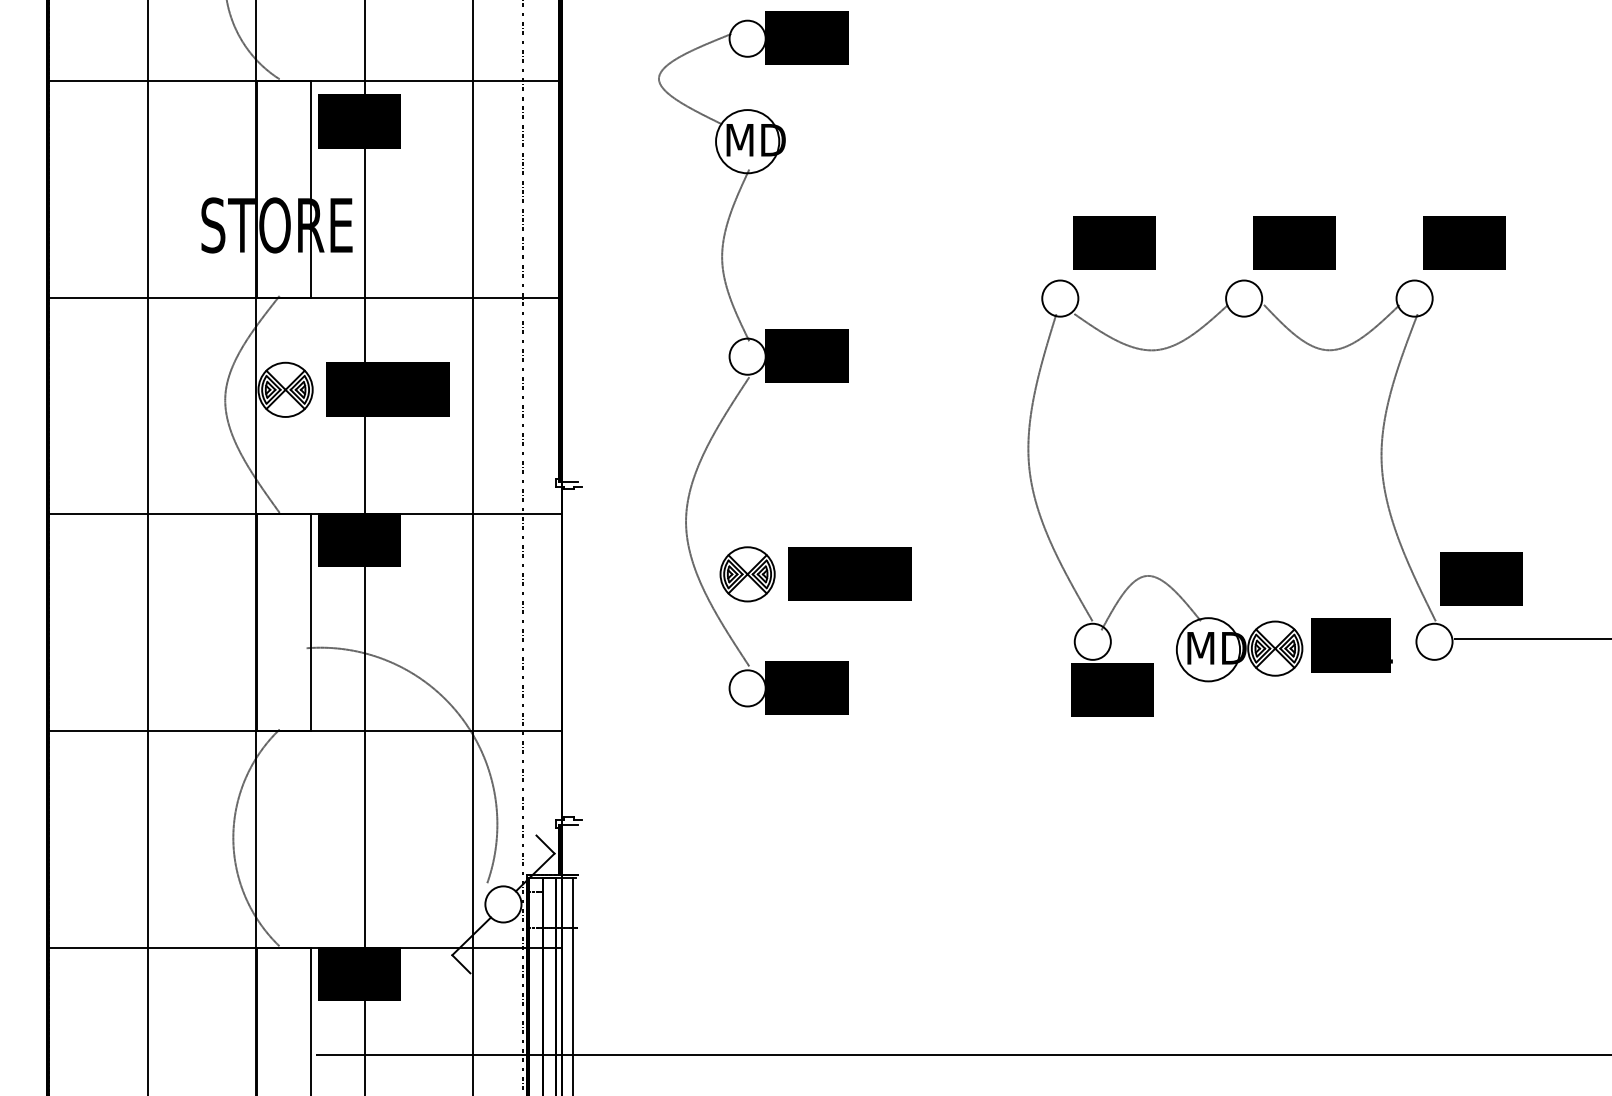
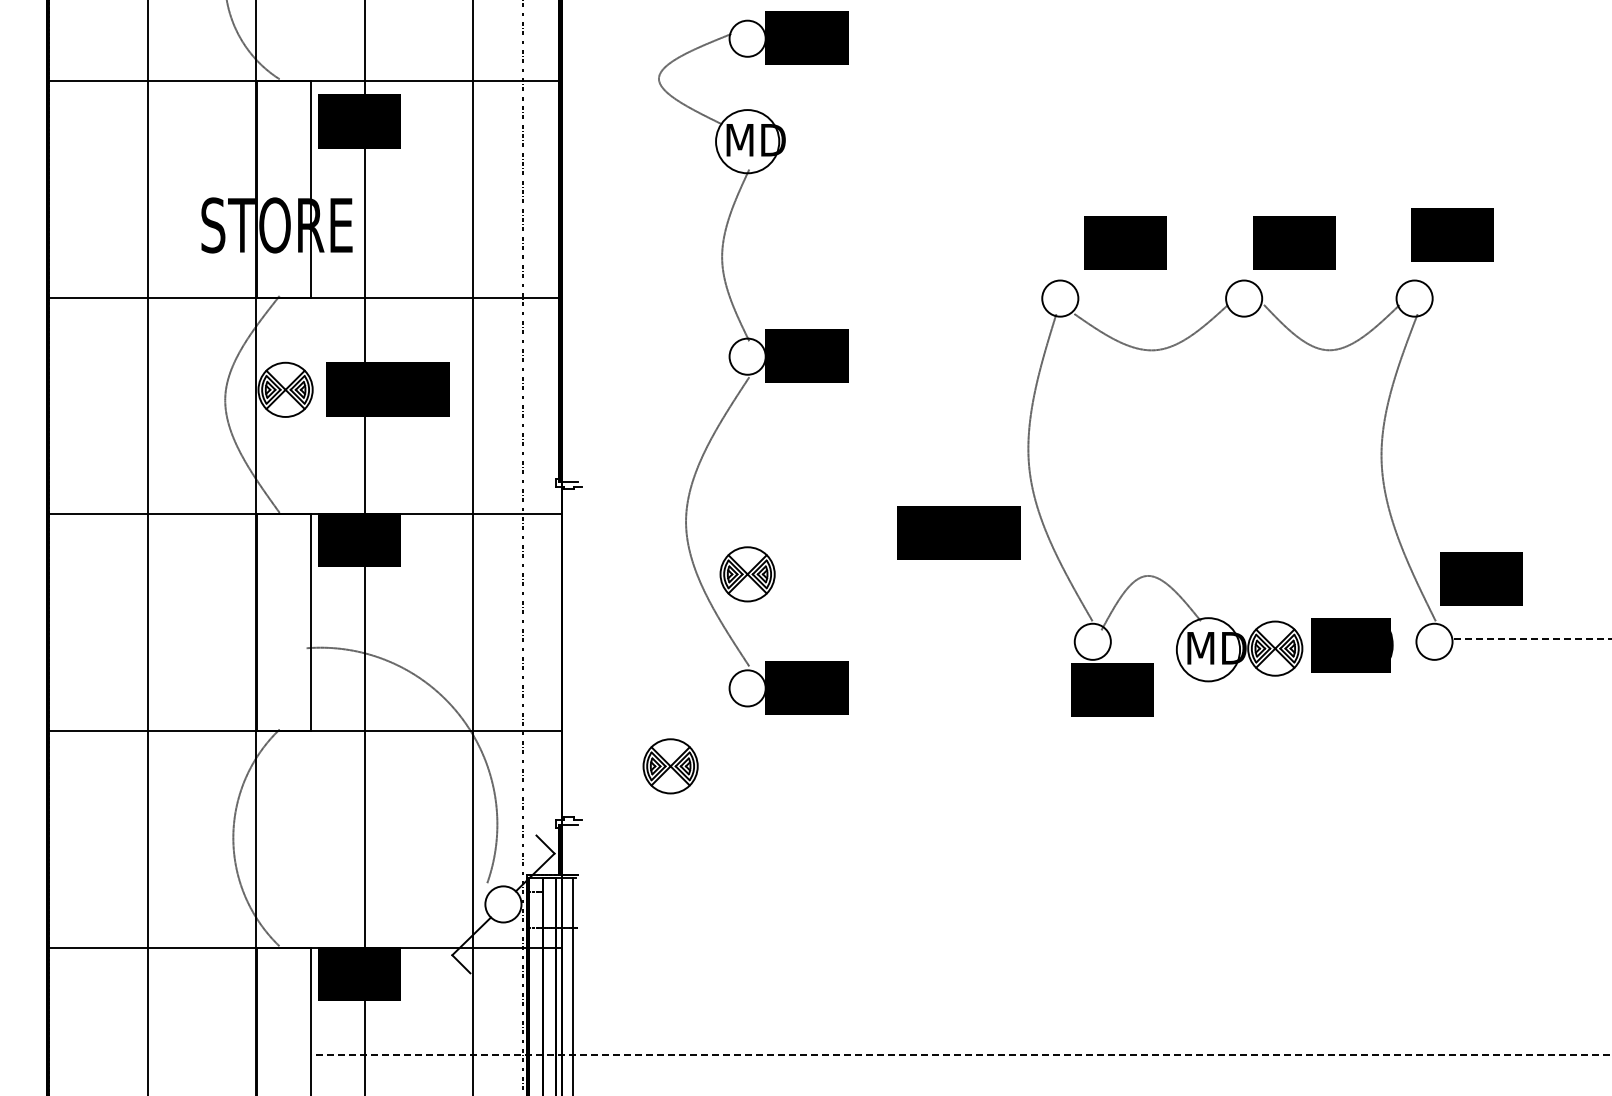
text at (1114, 242) position: (1114, 242) -> (1125, 242)
text at (1464, 242) position: (1464, 242) -> (1452, 234)
text at (849, 573) position: (849, 573) -> (958, 532)
line at (1532, 639): solid -> dashed
text at (1392, 647): EM1 -> EM9
part at (670, 766): none -> present
line at (963, 1054): solid -> dashed
